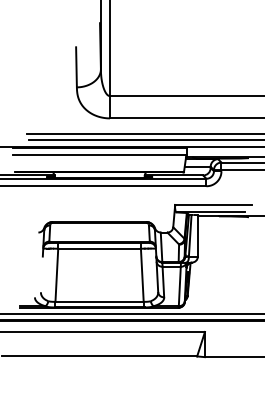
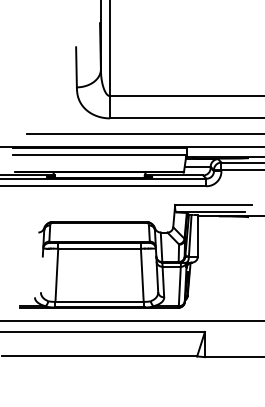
line at (144, 140): present -> none
line at (131, 313): present -> none
line at (131, 319): present -> none
